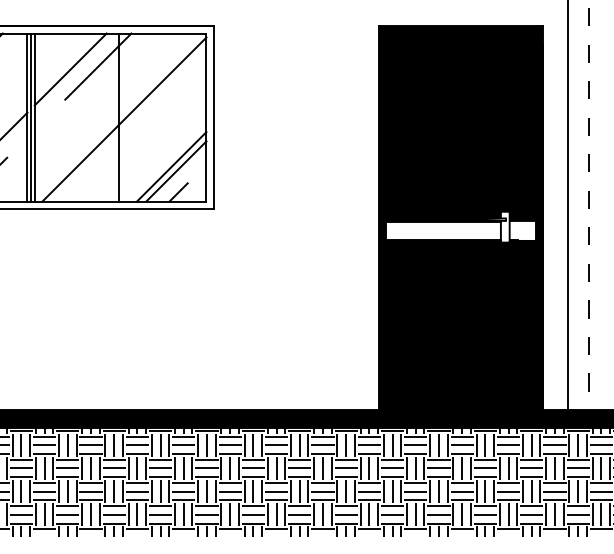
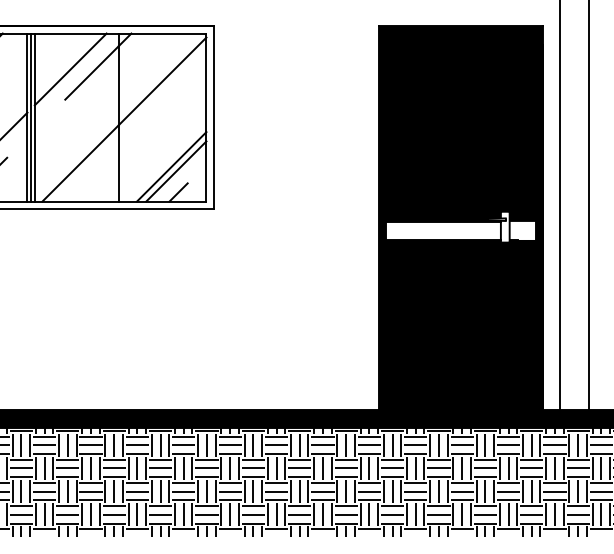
line at (568, 205) position: (568, 205) -> (560, 205)
line at (588, 205): dashed -> solid
